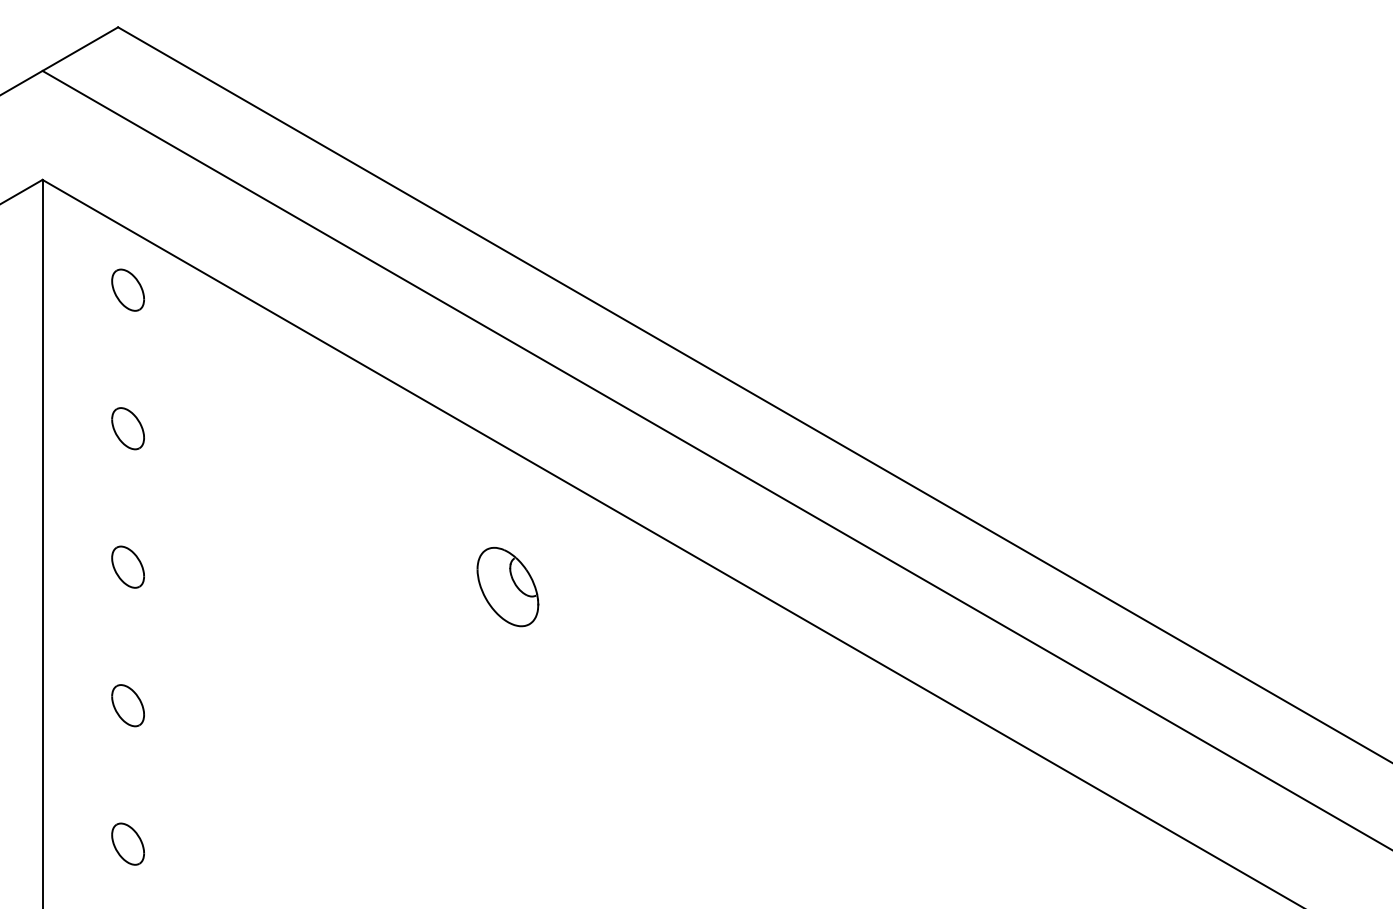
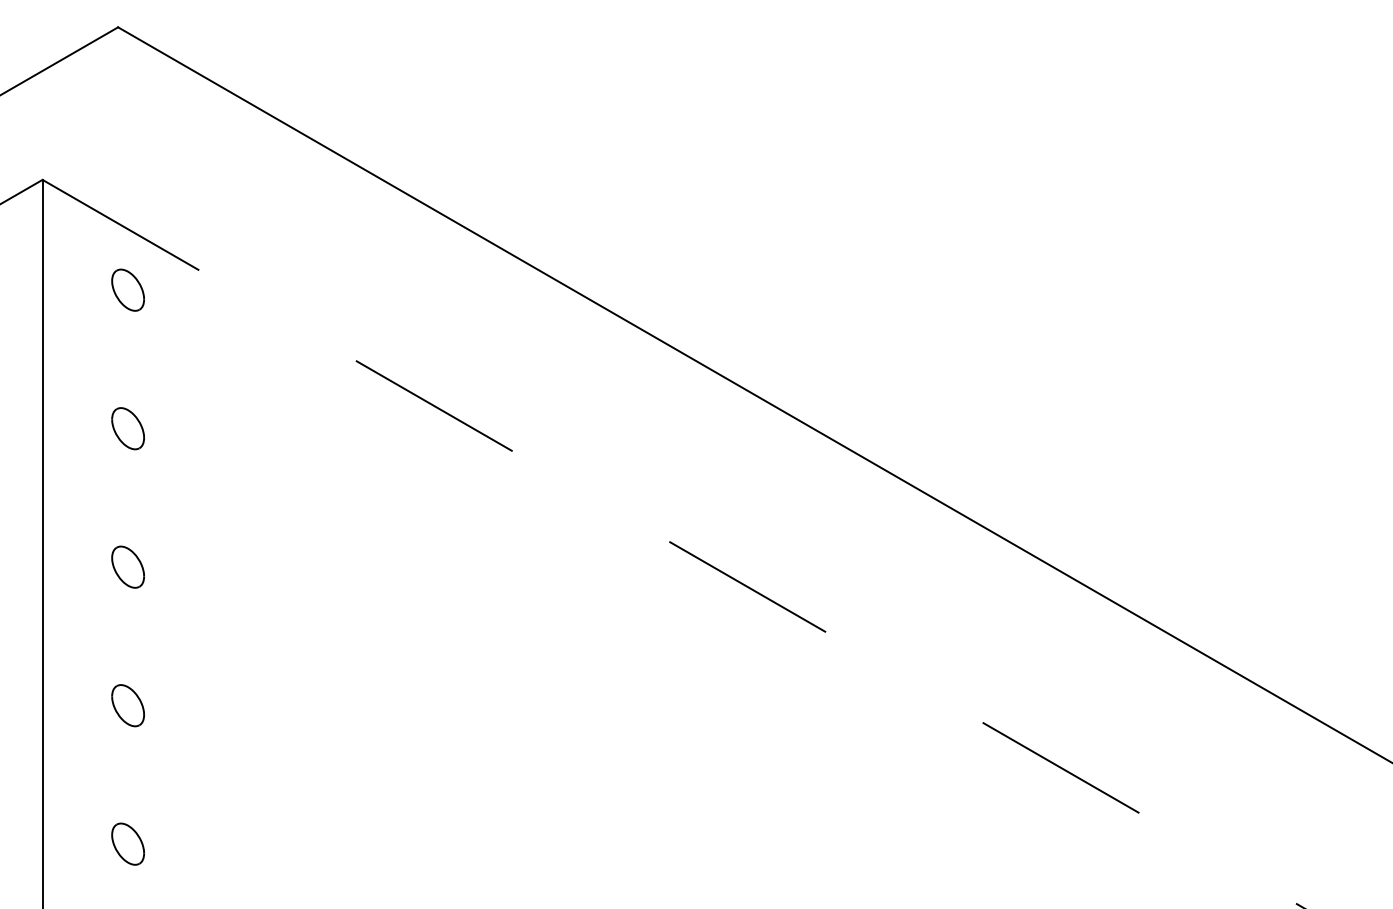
line at (715, 459): present -> none
line at (673, 544): solid -> dashed
part at (507, 587): present -> none
